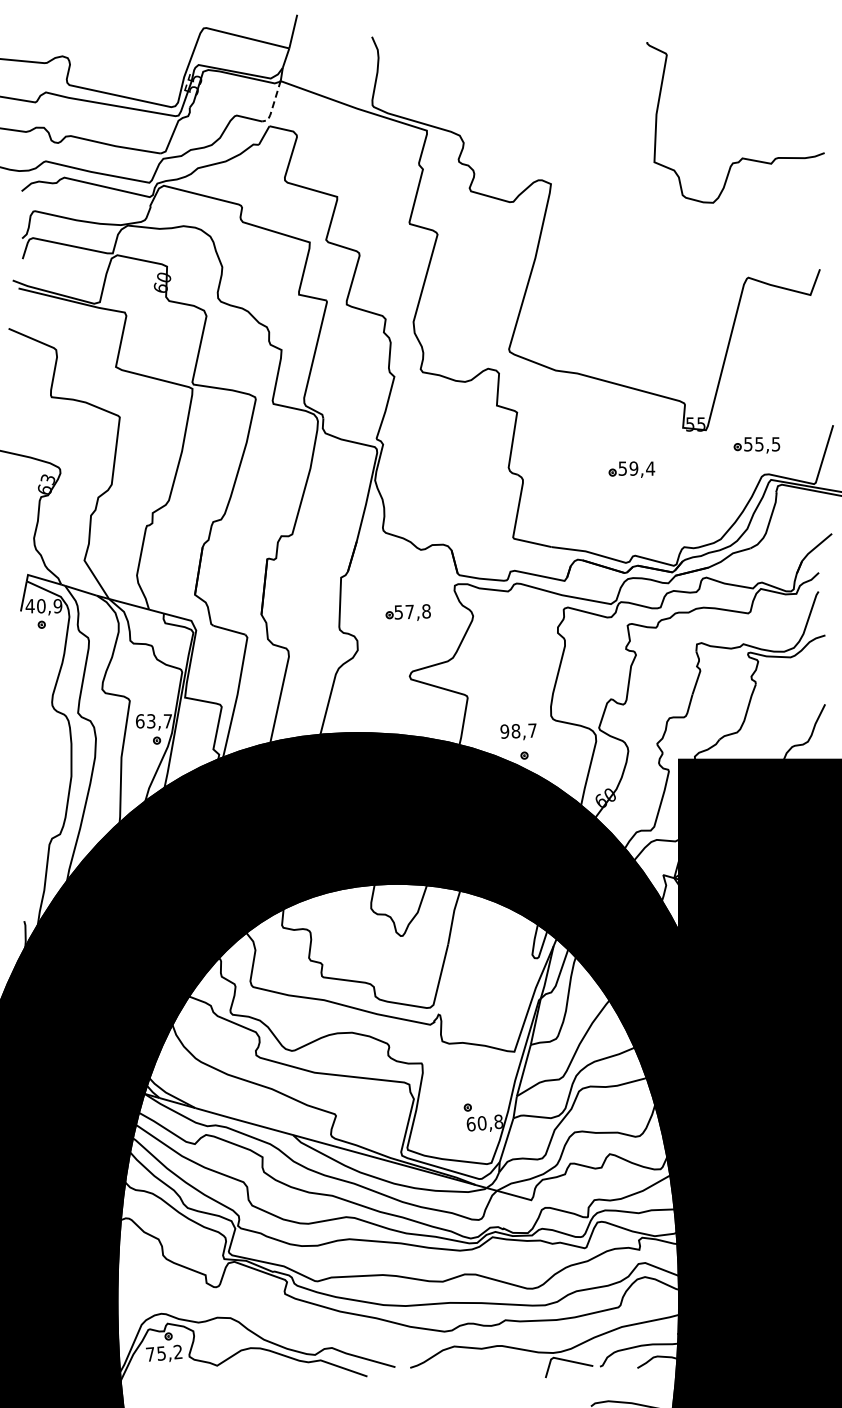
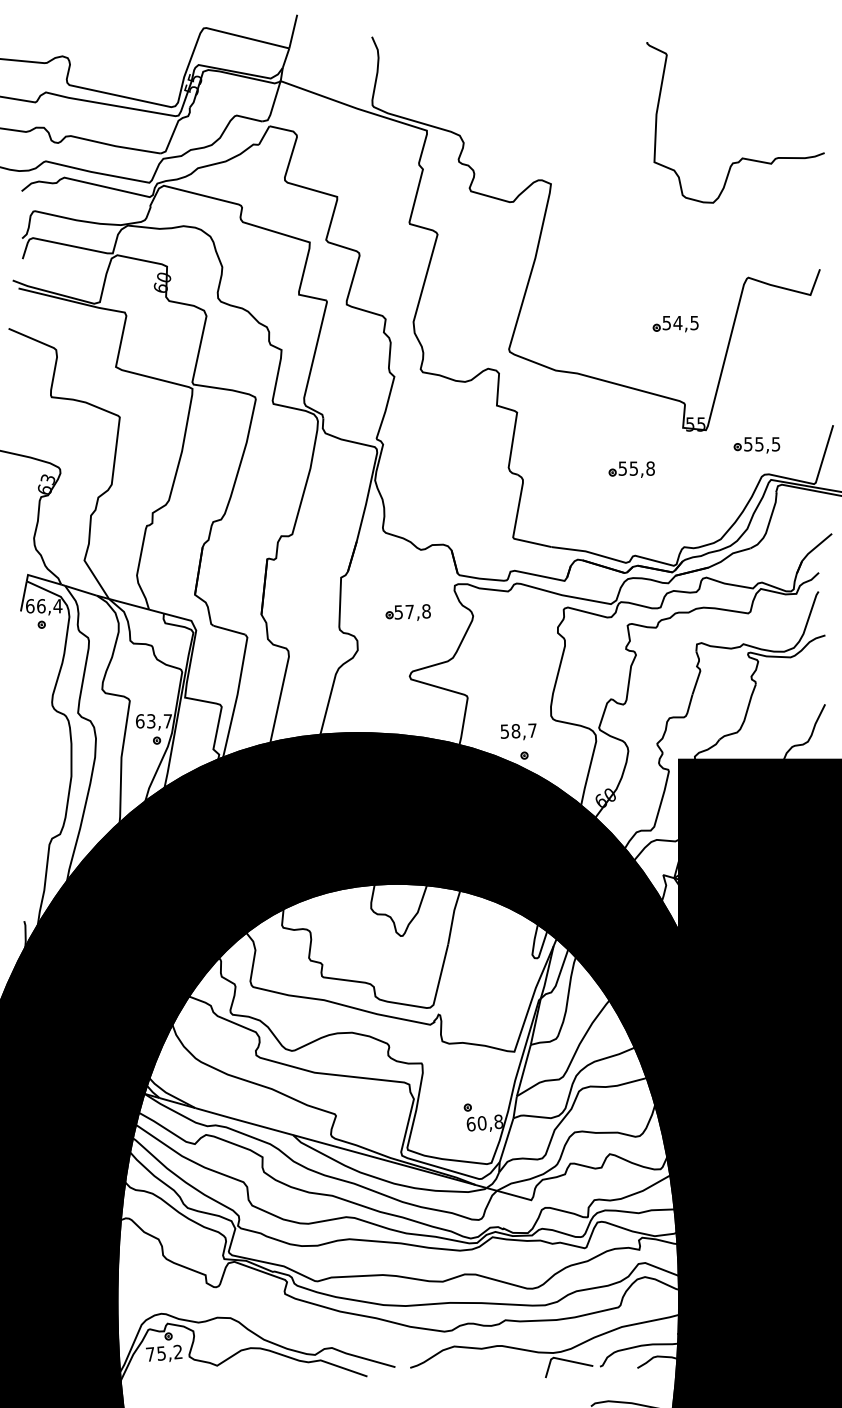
line at (273, 104): dashed -> solid
part at (675, 324): none -> present
text at (642, 468): 59,4 -> 55,8
text at (43, 606): 40,9 -> 66,4
text at (504, 731): 98,7 -> 58,7
